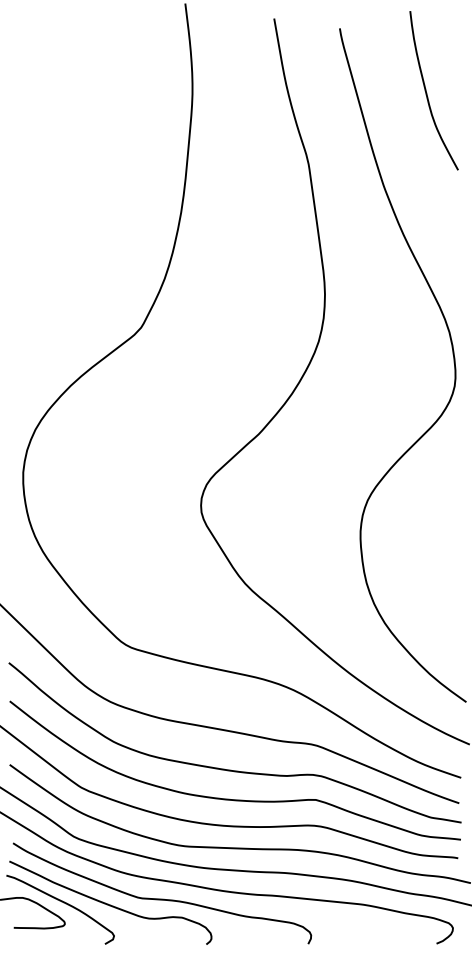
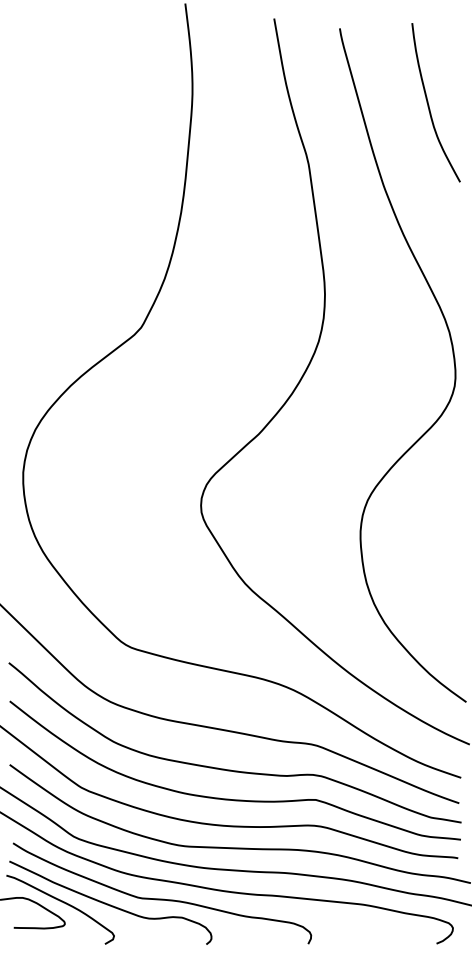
curve at (427, 93) position: (427, 93) -> (429, 105)
